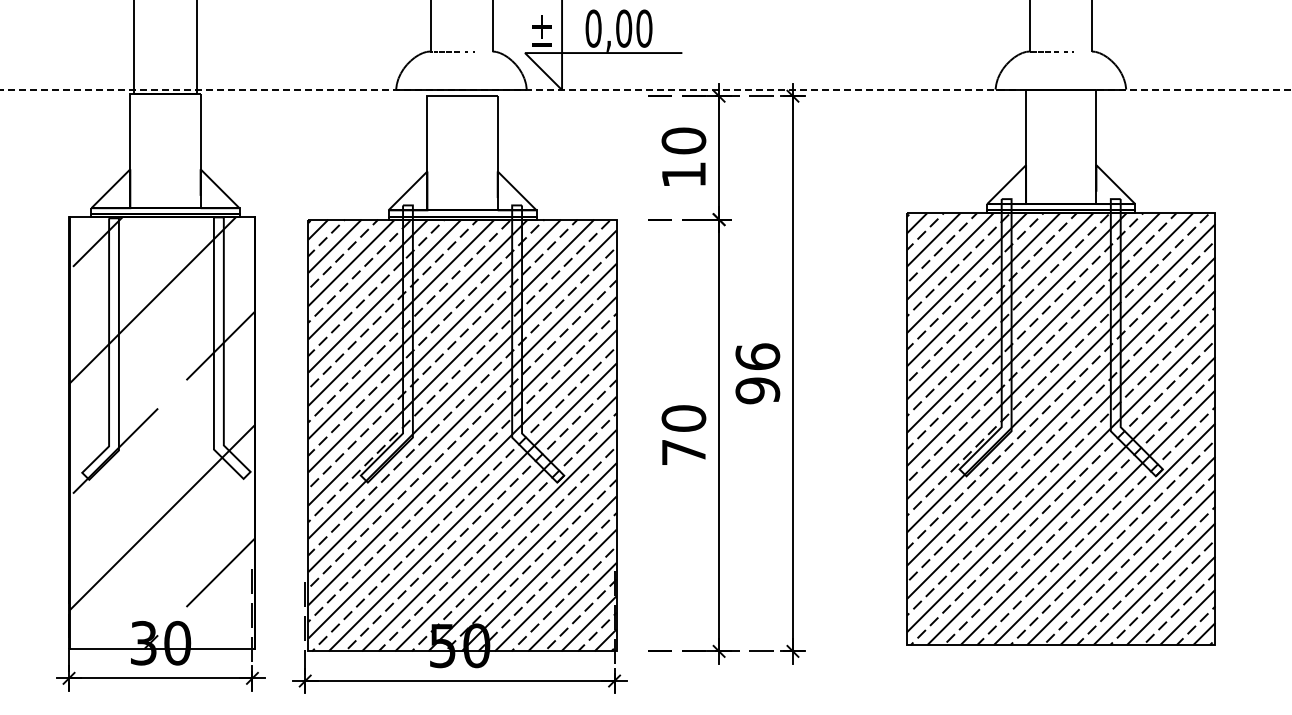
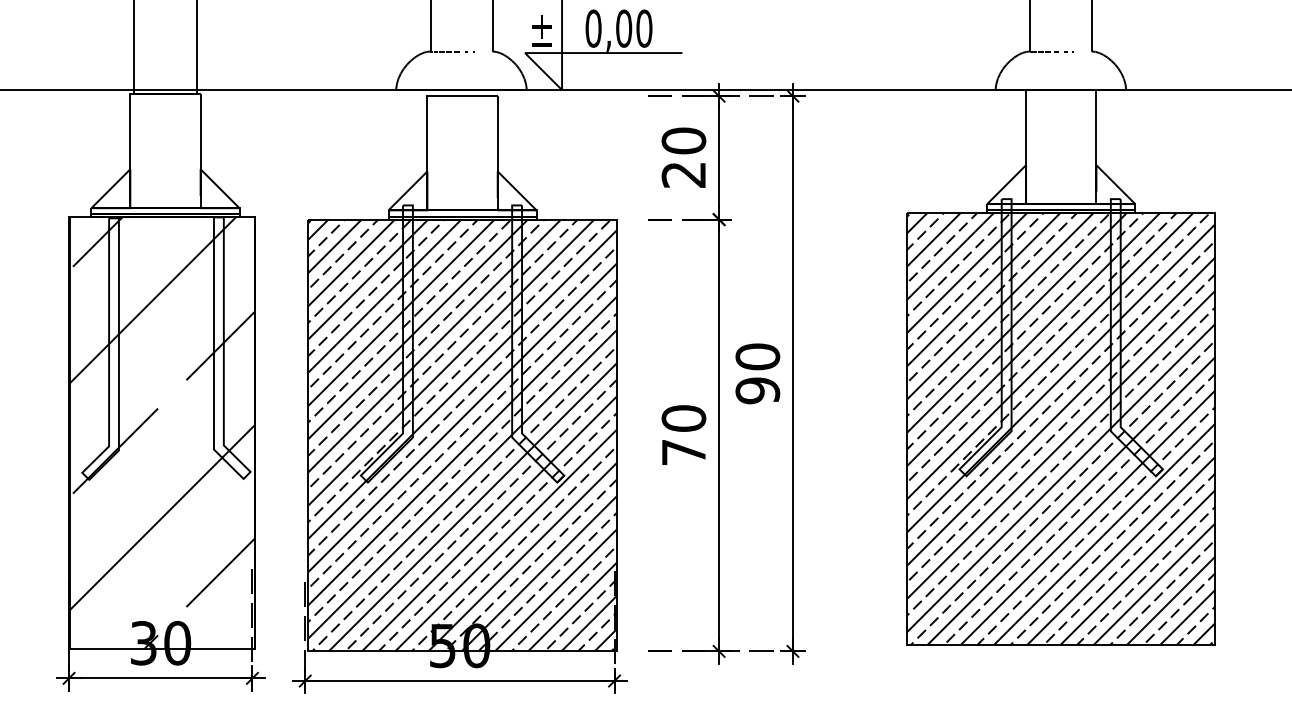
line at (646, 90): dashed -> solid
text at (683, 174): 10 -> 20
text at (757, 356): 96 -> 90
